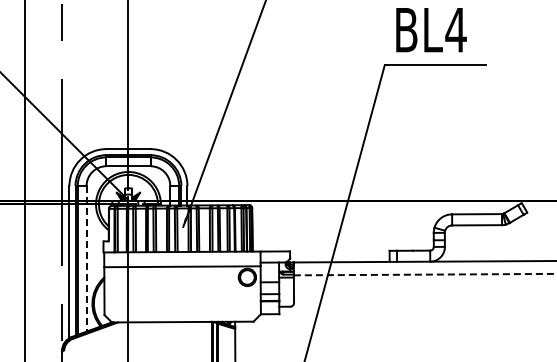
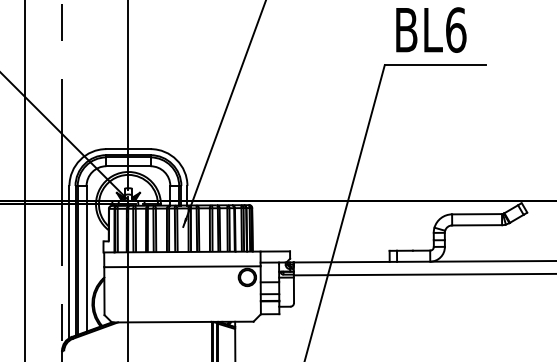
text at (455, 29): BL4 -> BL6
line at (86, 258): dashed -> solid
line at (425, 274): dashed -> solid
